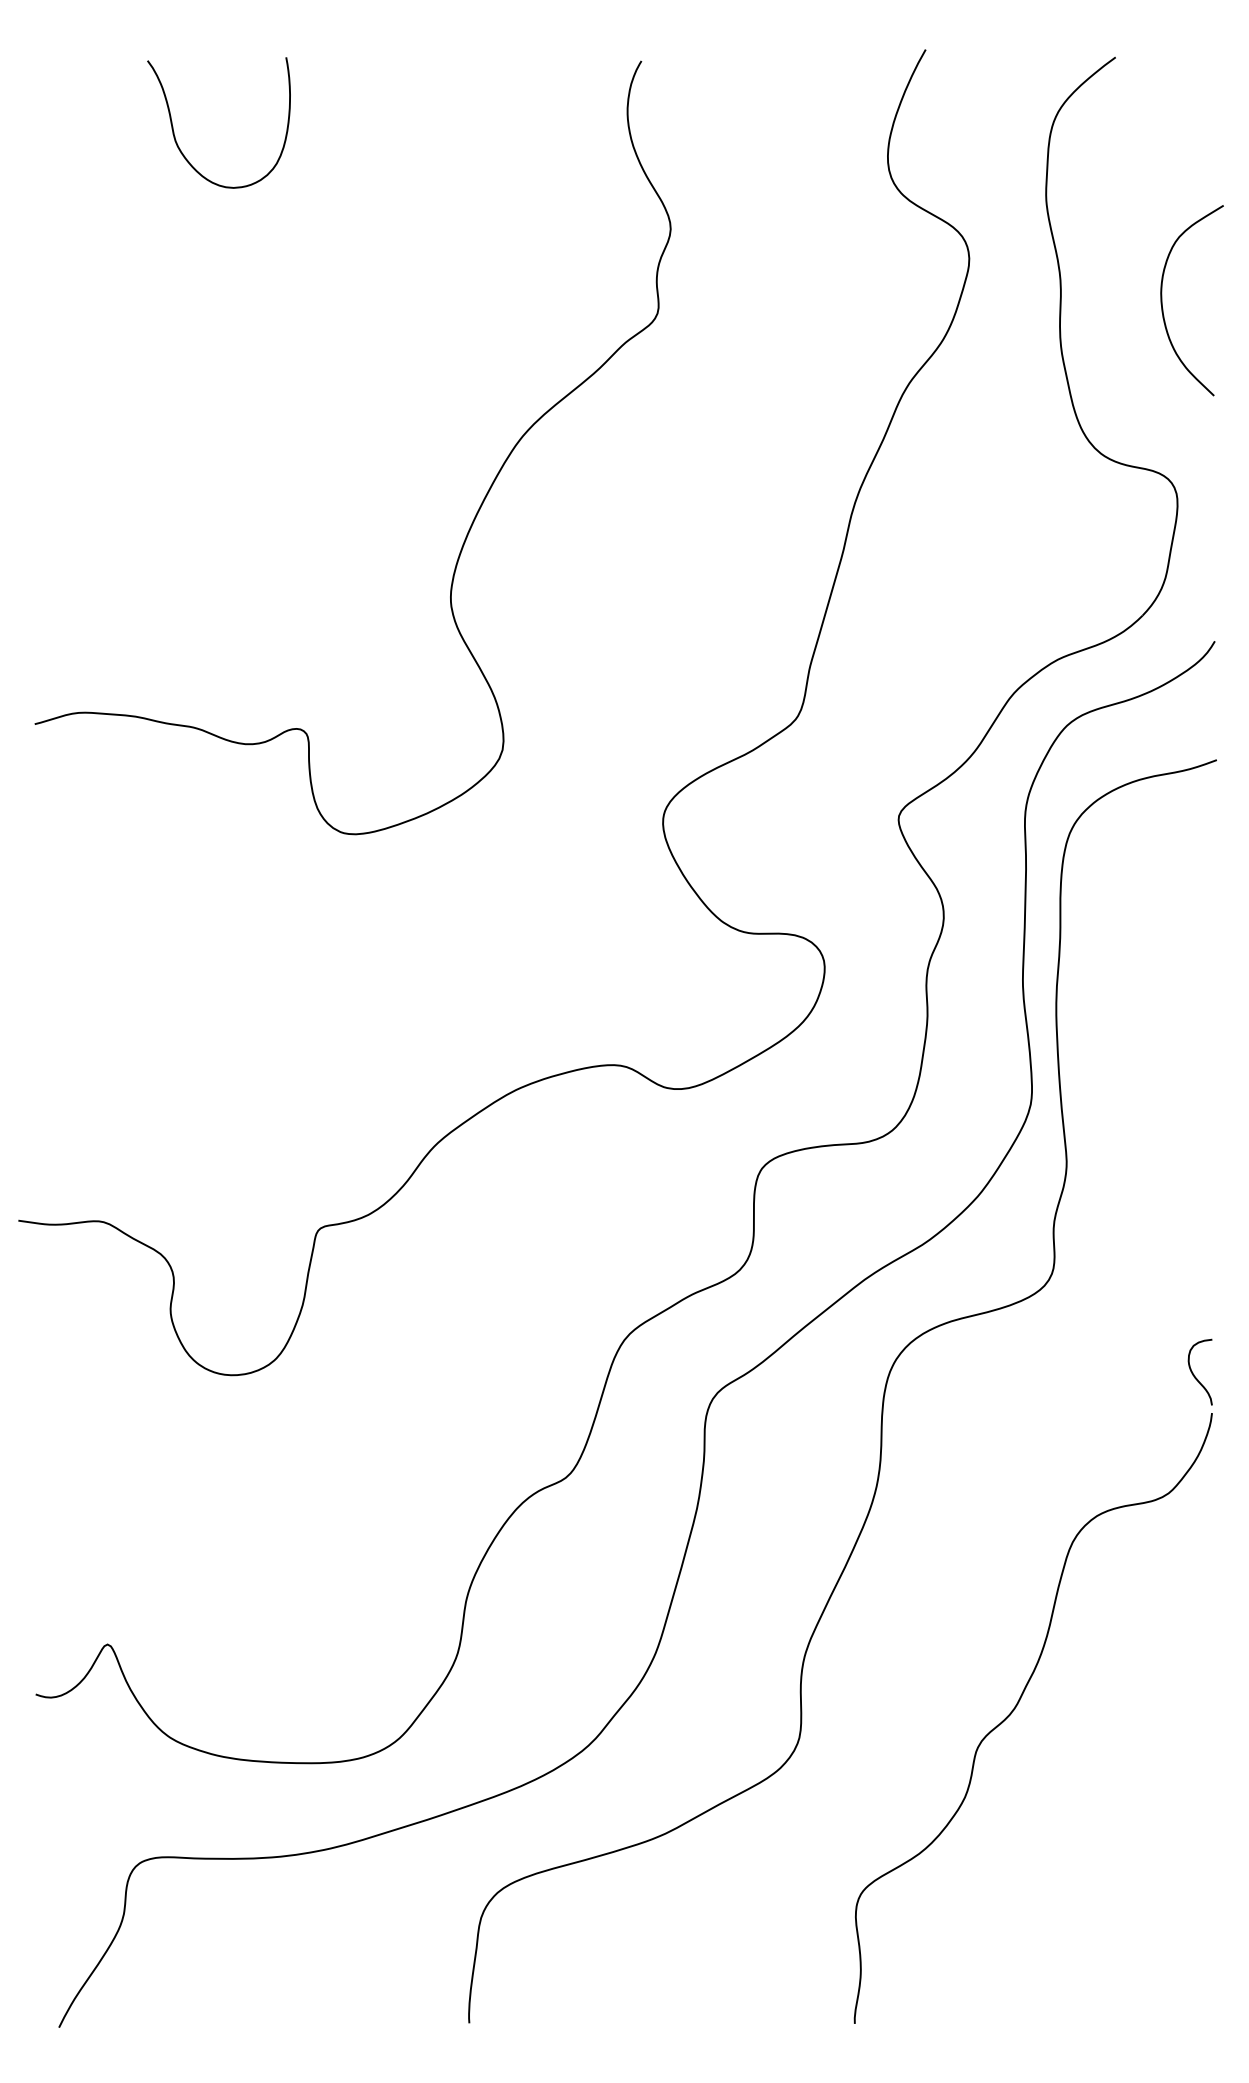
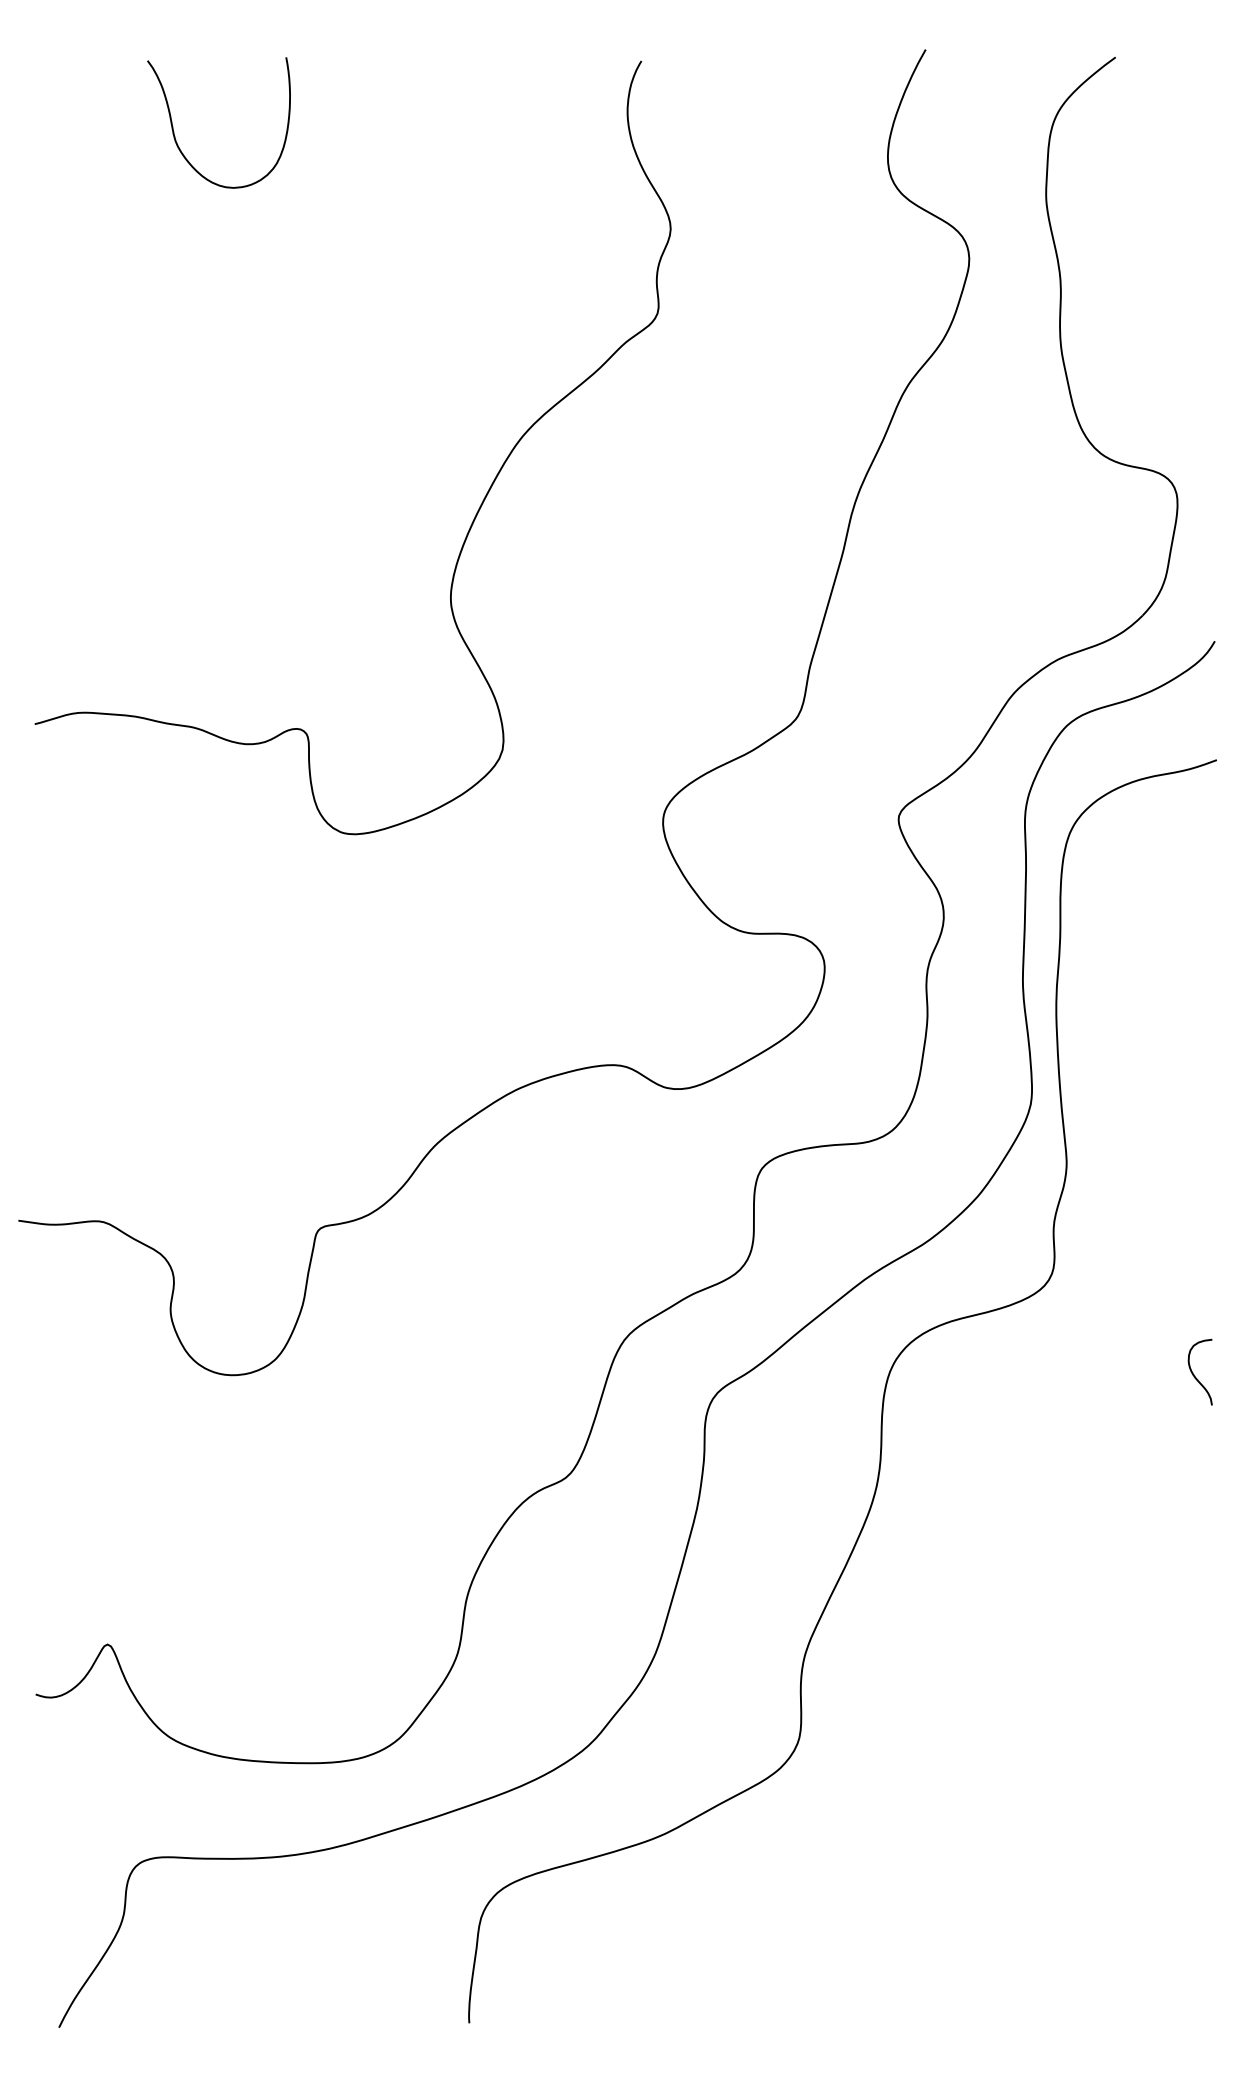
curve at (1162, 300): present -> none
curve at (1015, 1709): present -> none
